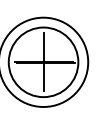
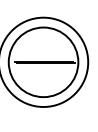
line at (43, 62): present -> none
